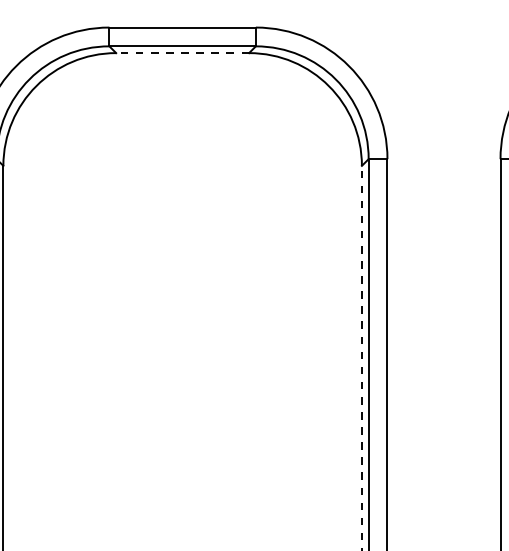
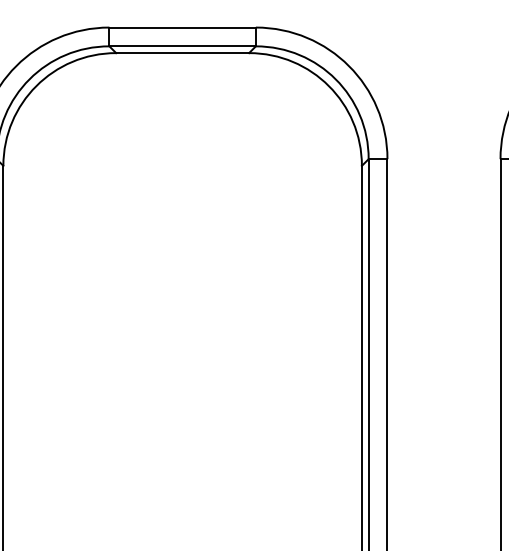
line at (182, 53): dashed -> solid
line at (361, 357): dashed -> solid
